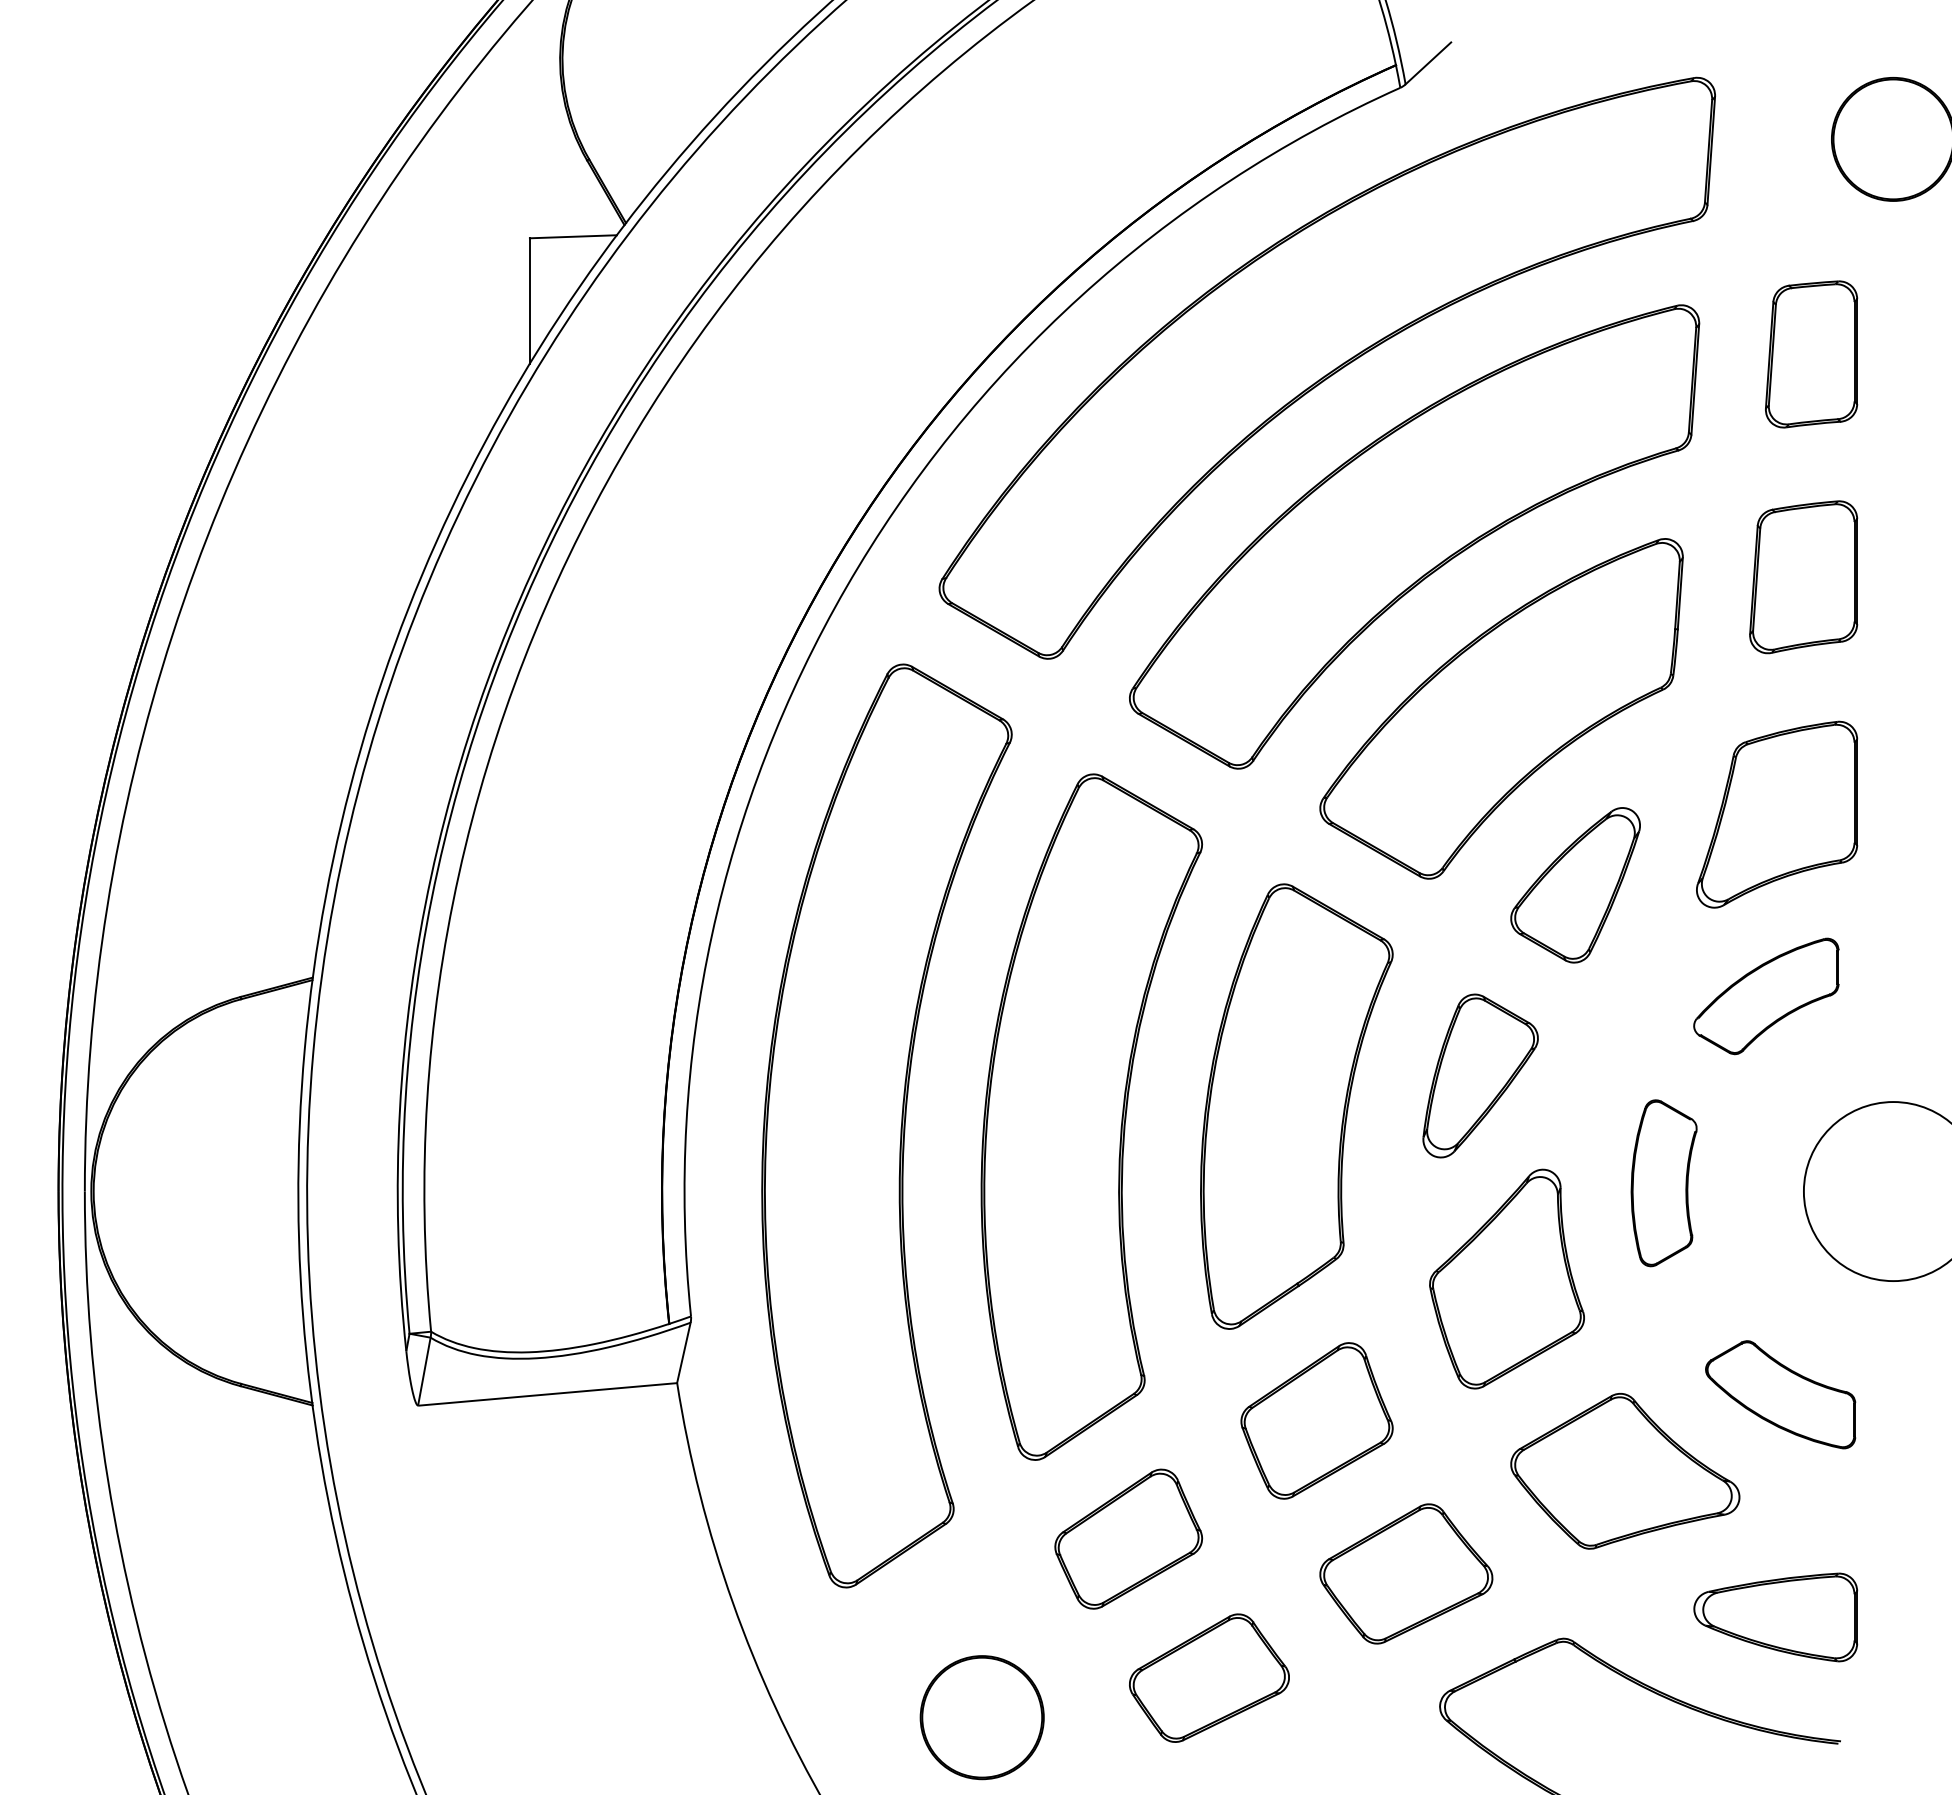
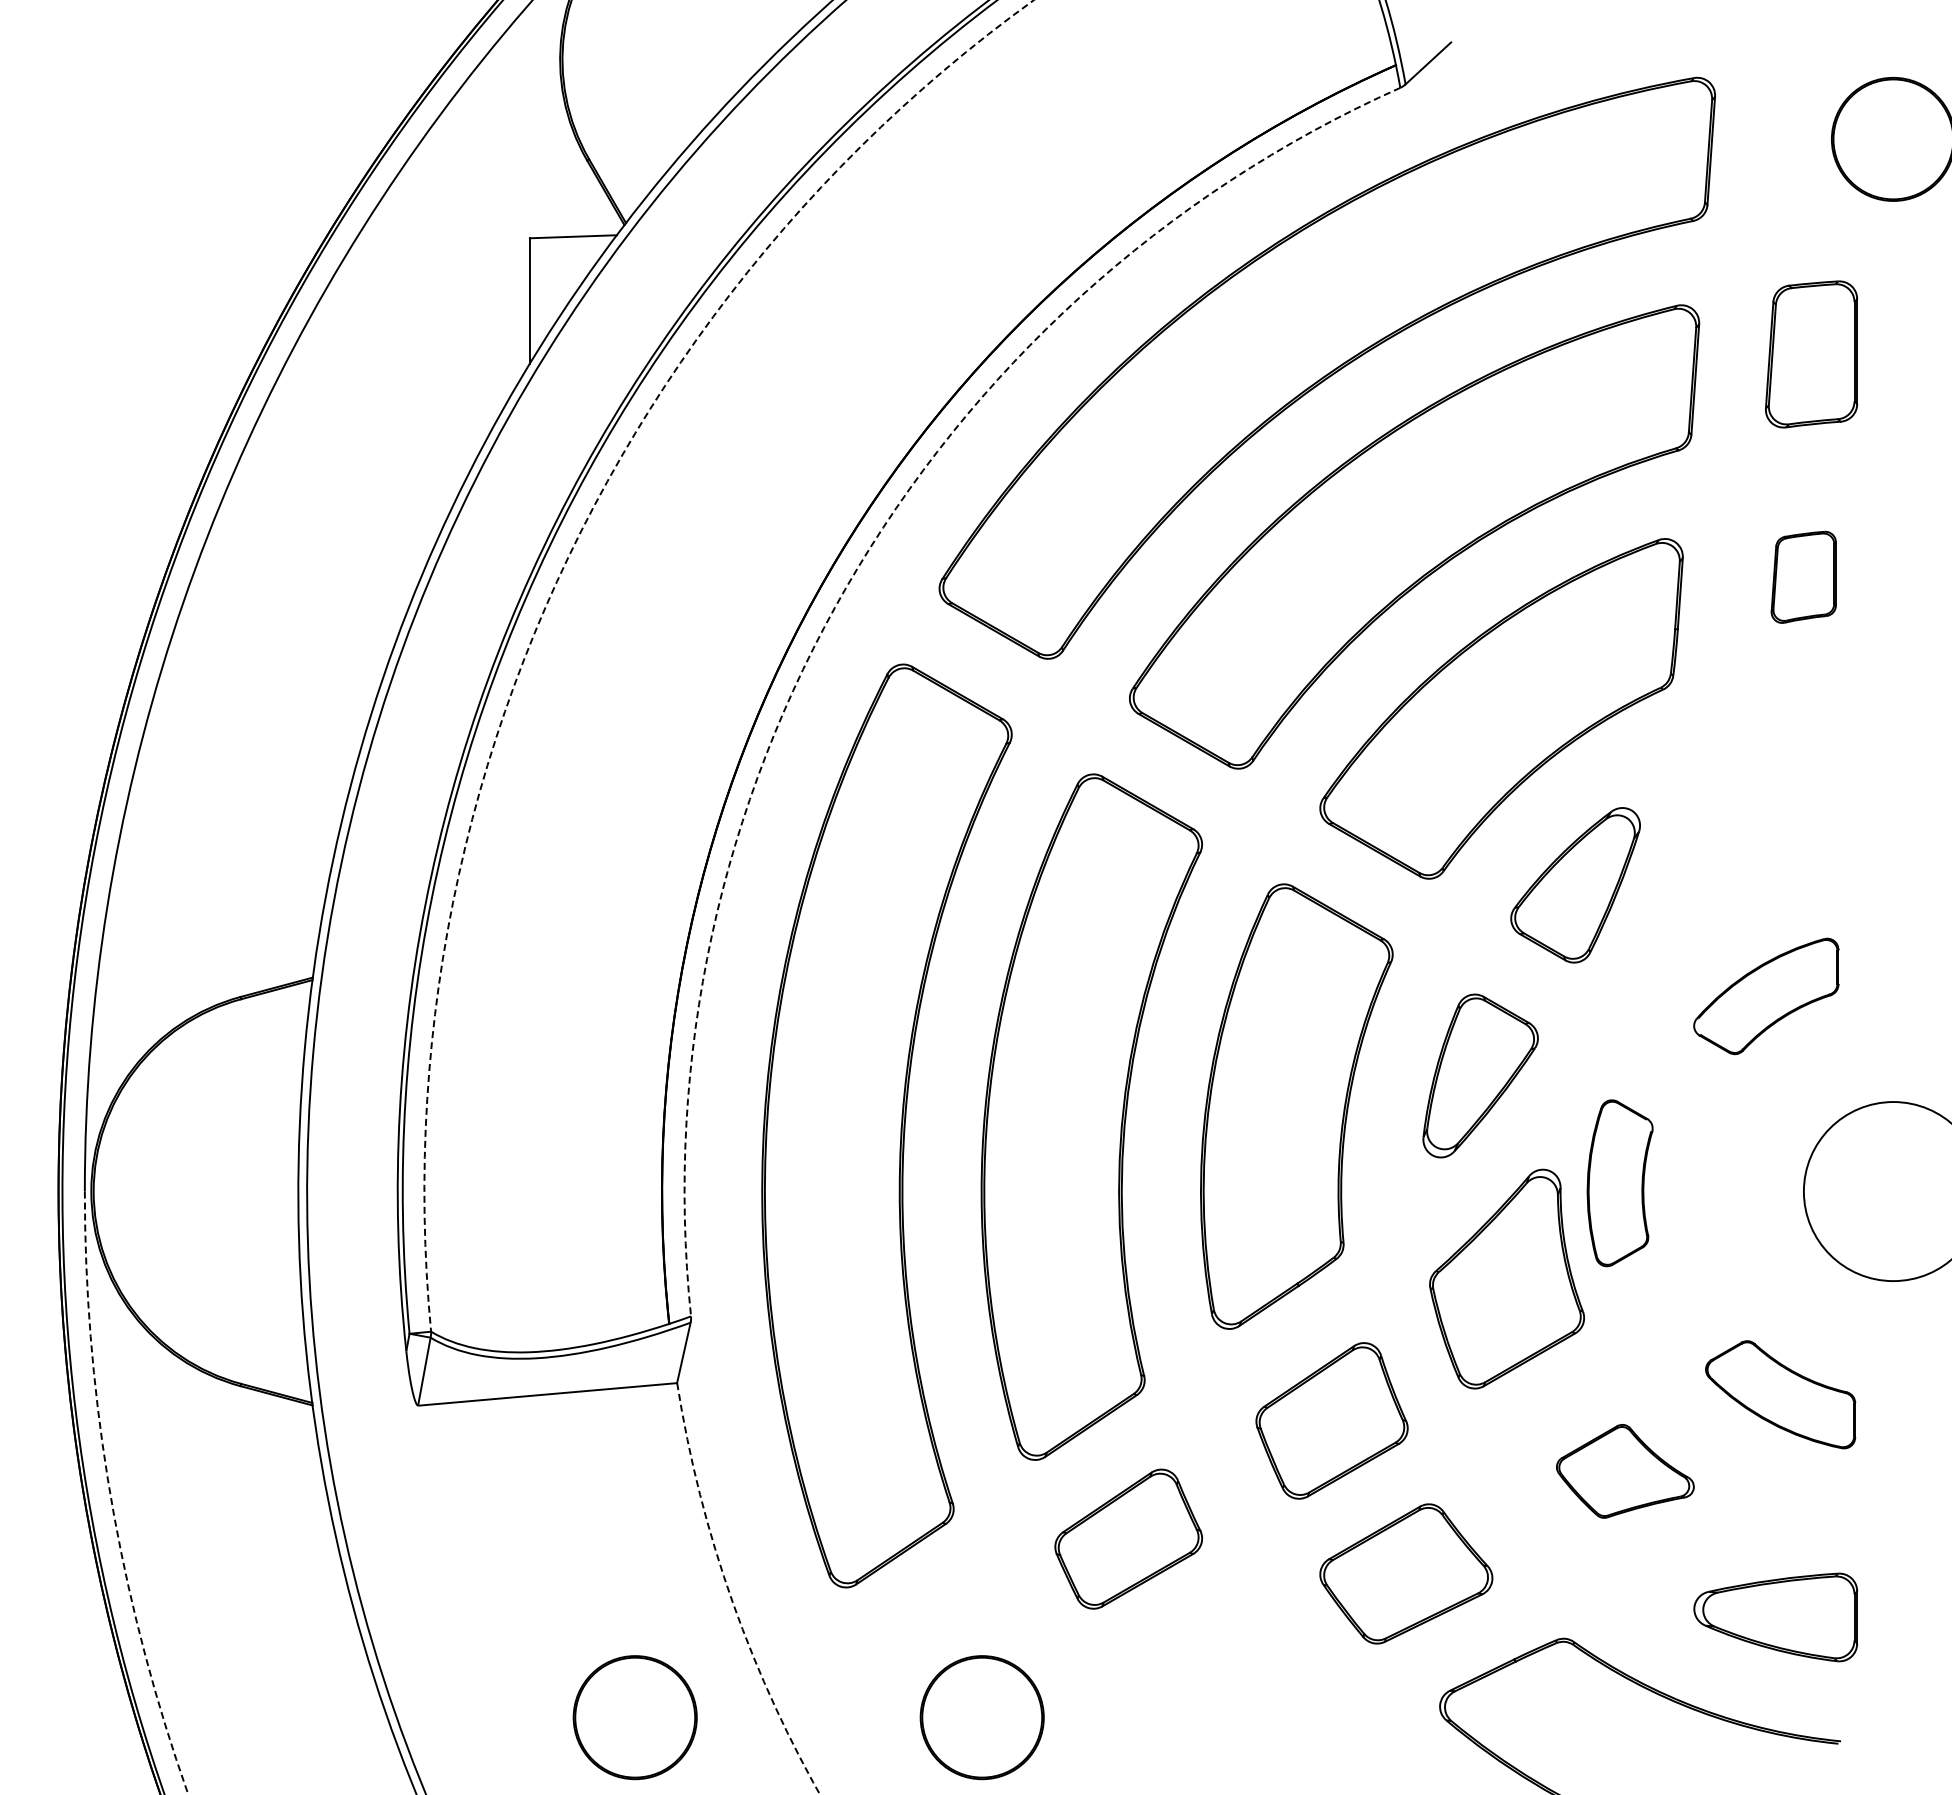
part at (1803, 577) size: 110x155 px -> 67x94 px
arc at (556, 582): solid -> dashed
arc at (846, 587): solid -> dashed
part at (1777, 814): present -> none
part at (1663, 1183) position: (1663, 1183) -> (1619, 1183)
part at (1316, 1420) position: (1316, 1420) -> (1331, 1420)
part at (1625, 1471) size: 231x157 px -> 139x95 px
arc at (110, 1495): solid -> dashed
arc at (730, 1596): solid -> dashed
part at (1209, 1677): present -> none
part at (634, 1717): none -> present
